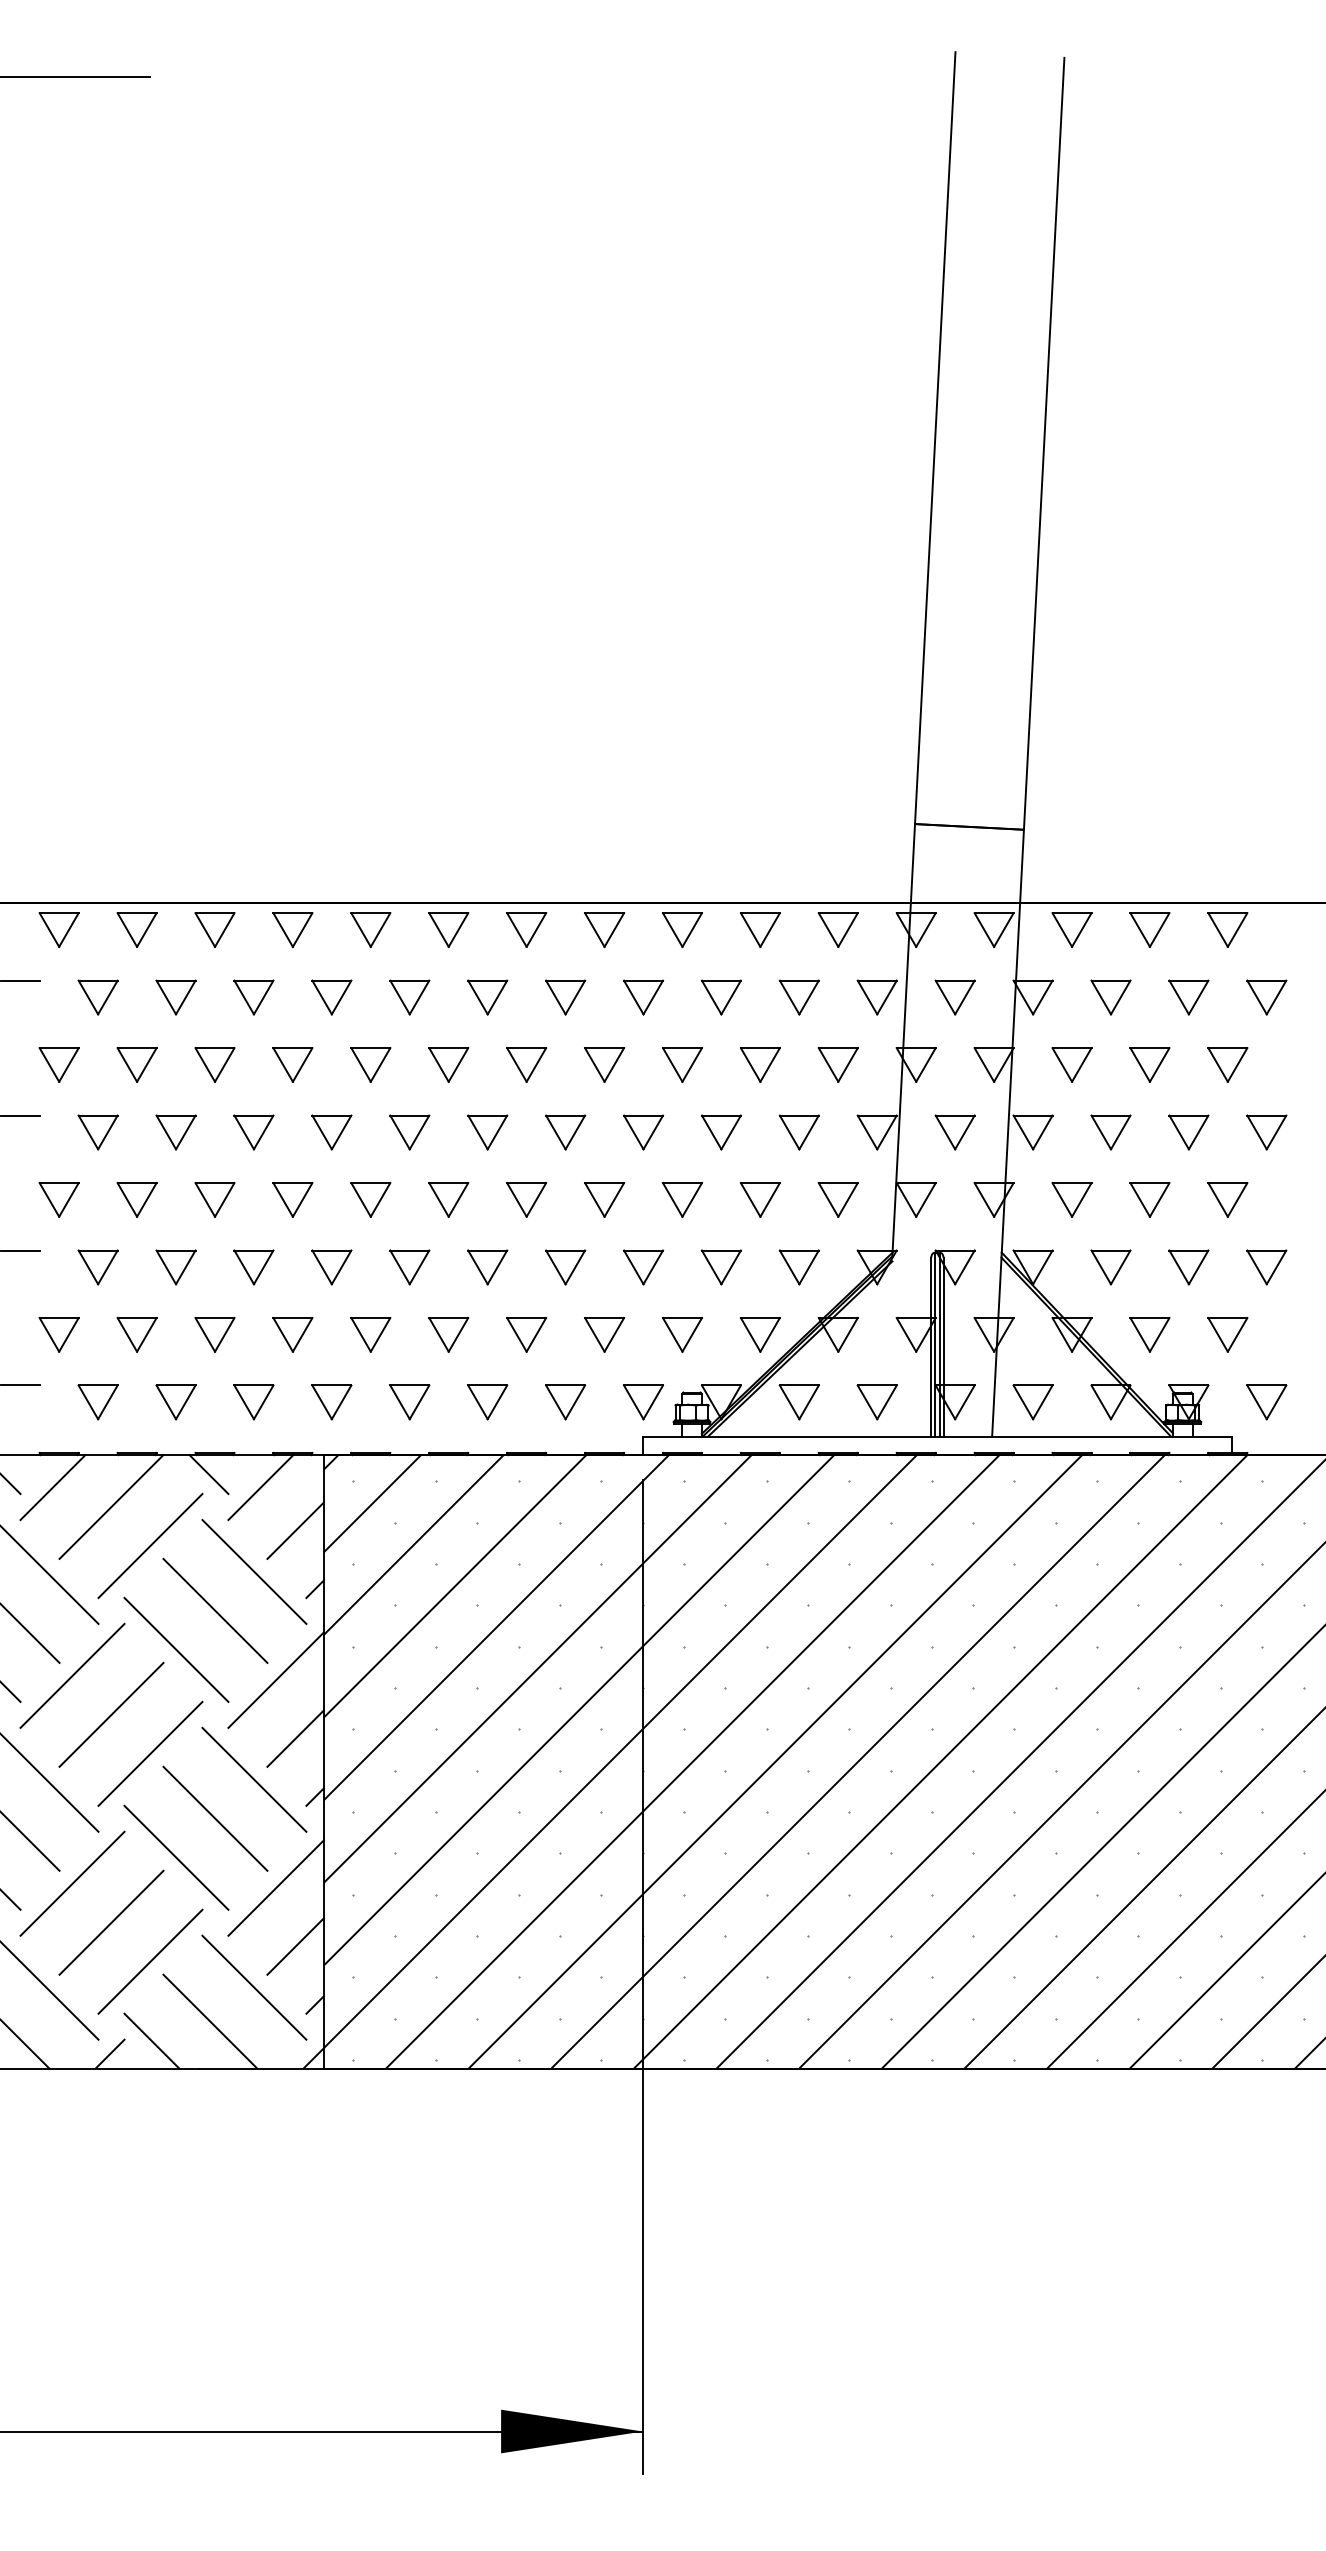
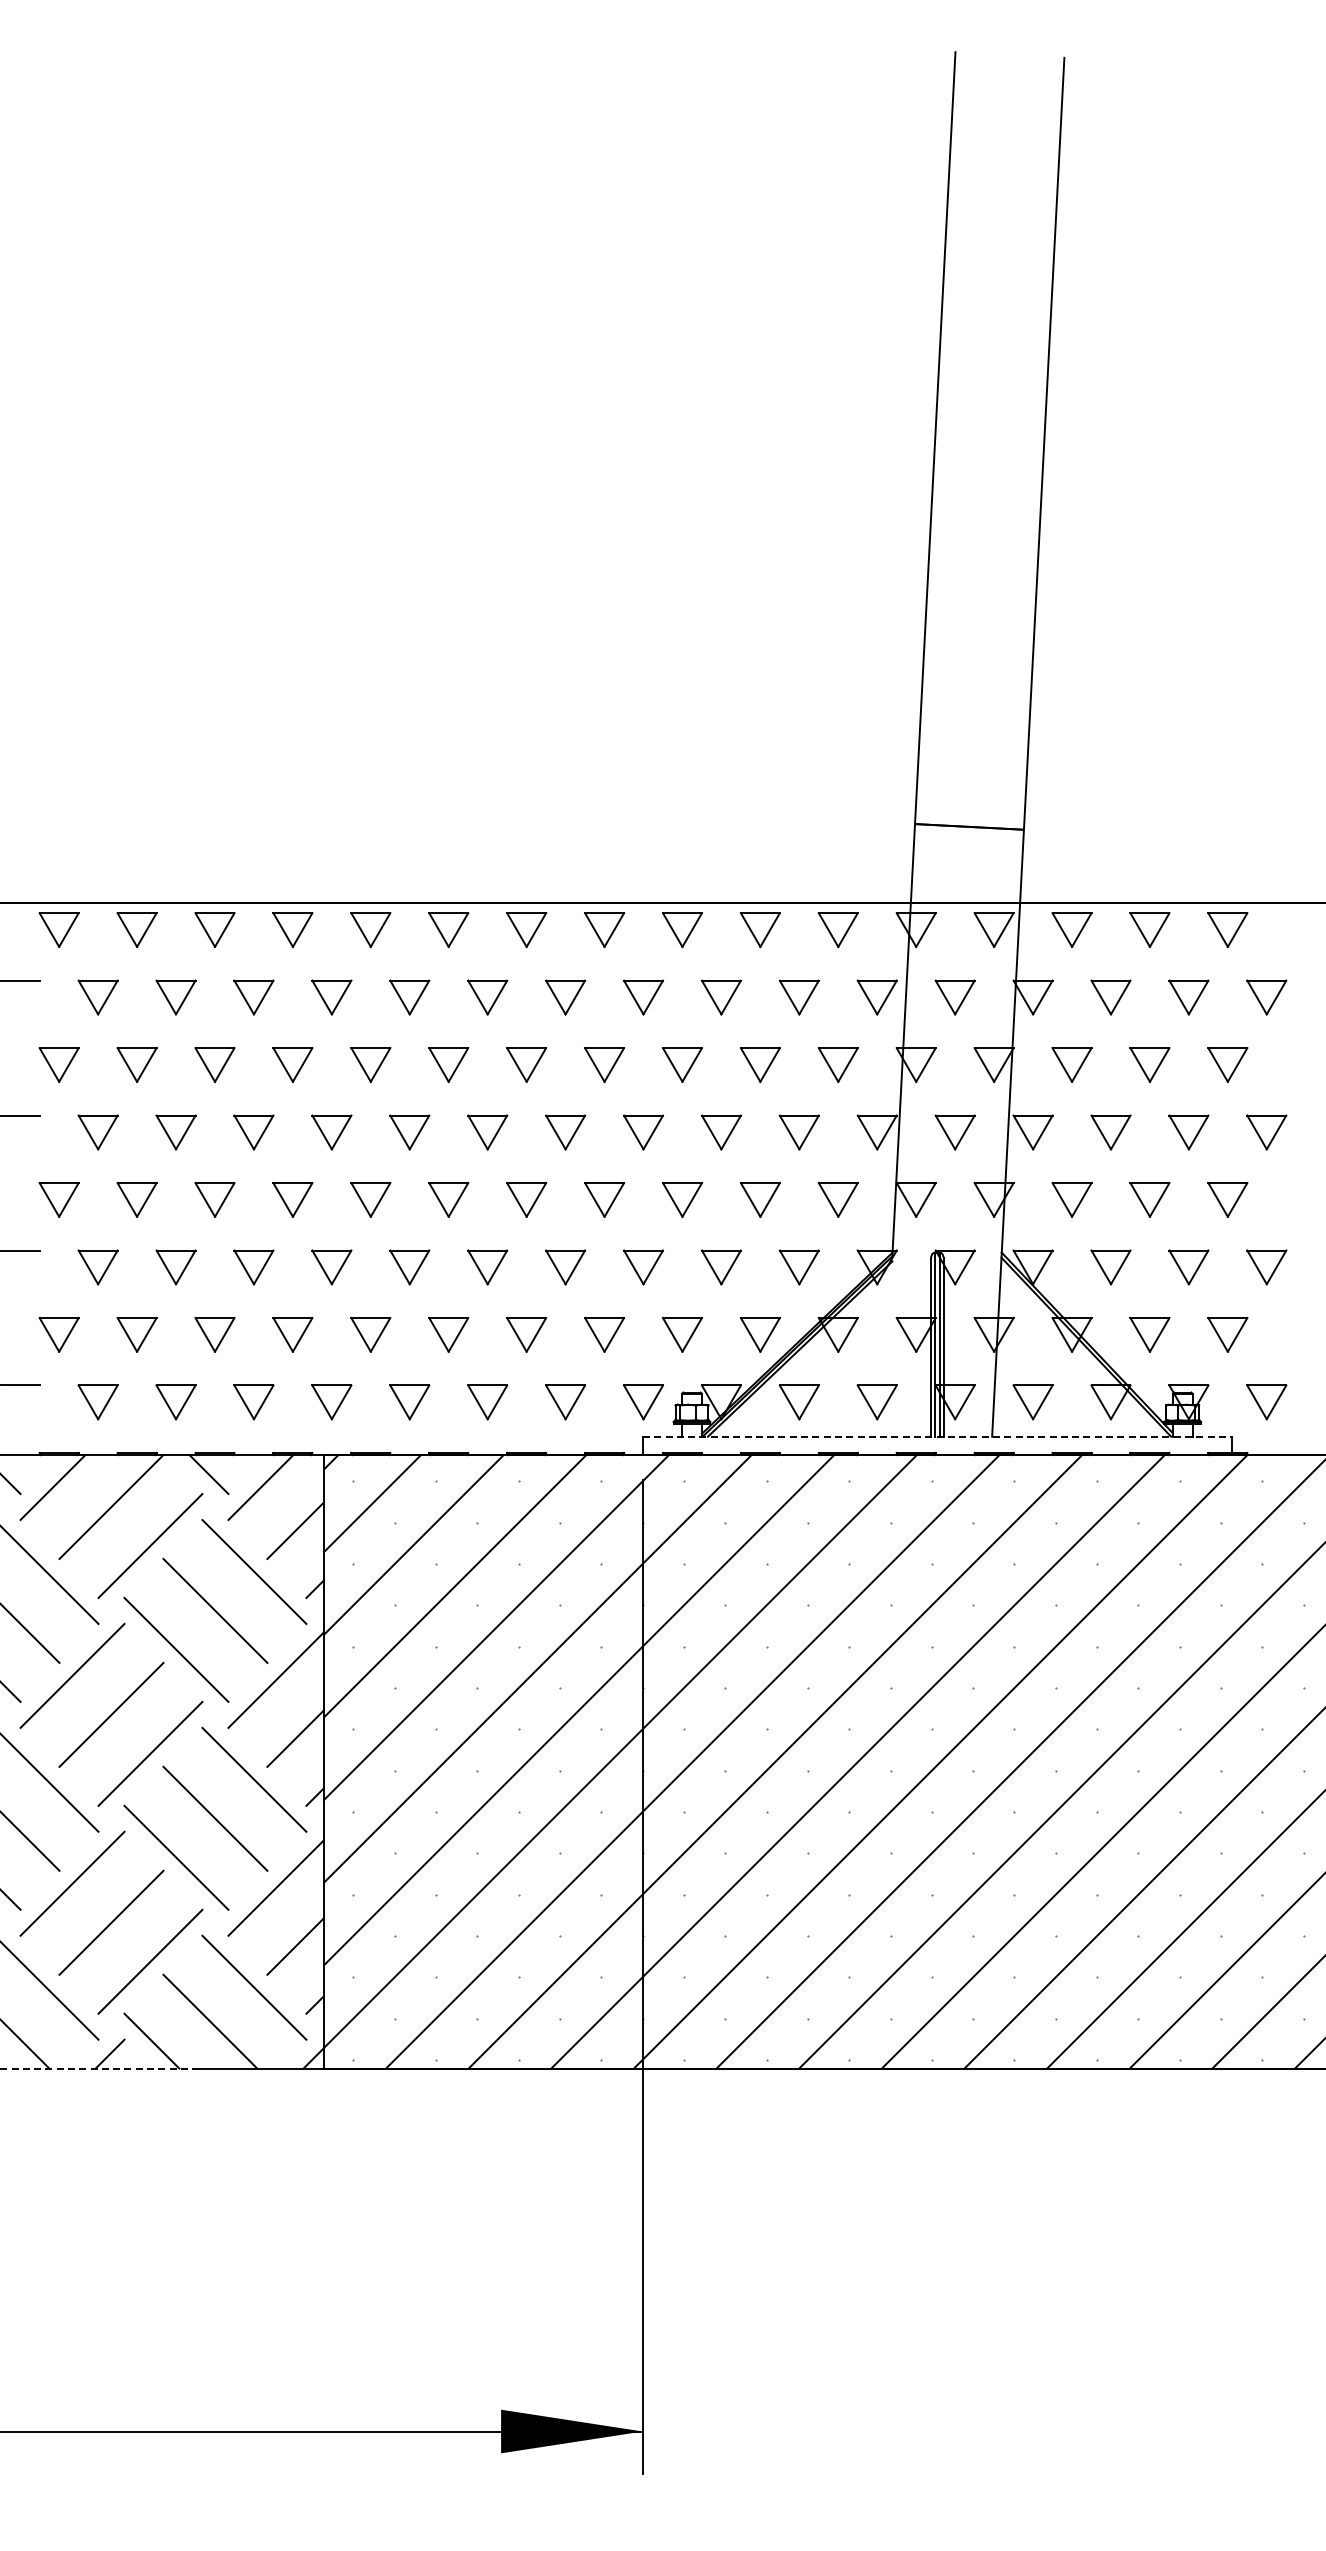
line at (75, 76): present -> none
line at (937, 1436): solid -> dashed
line at (99, 2068): solid -> dashed
